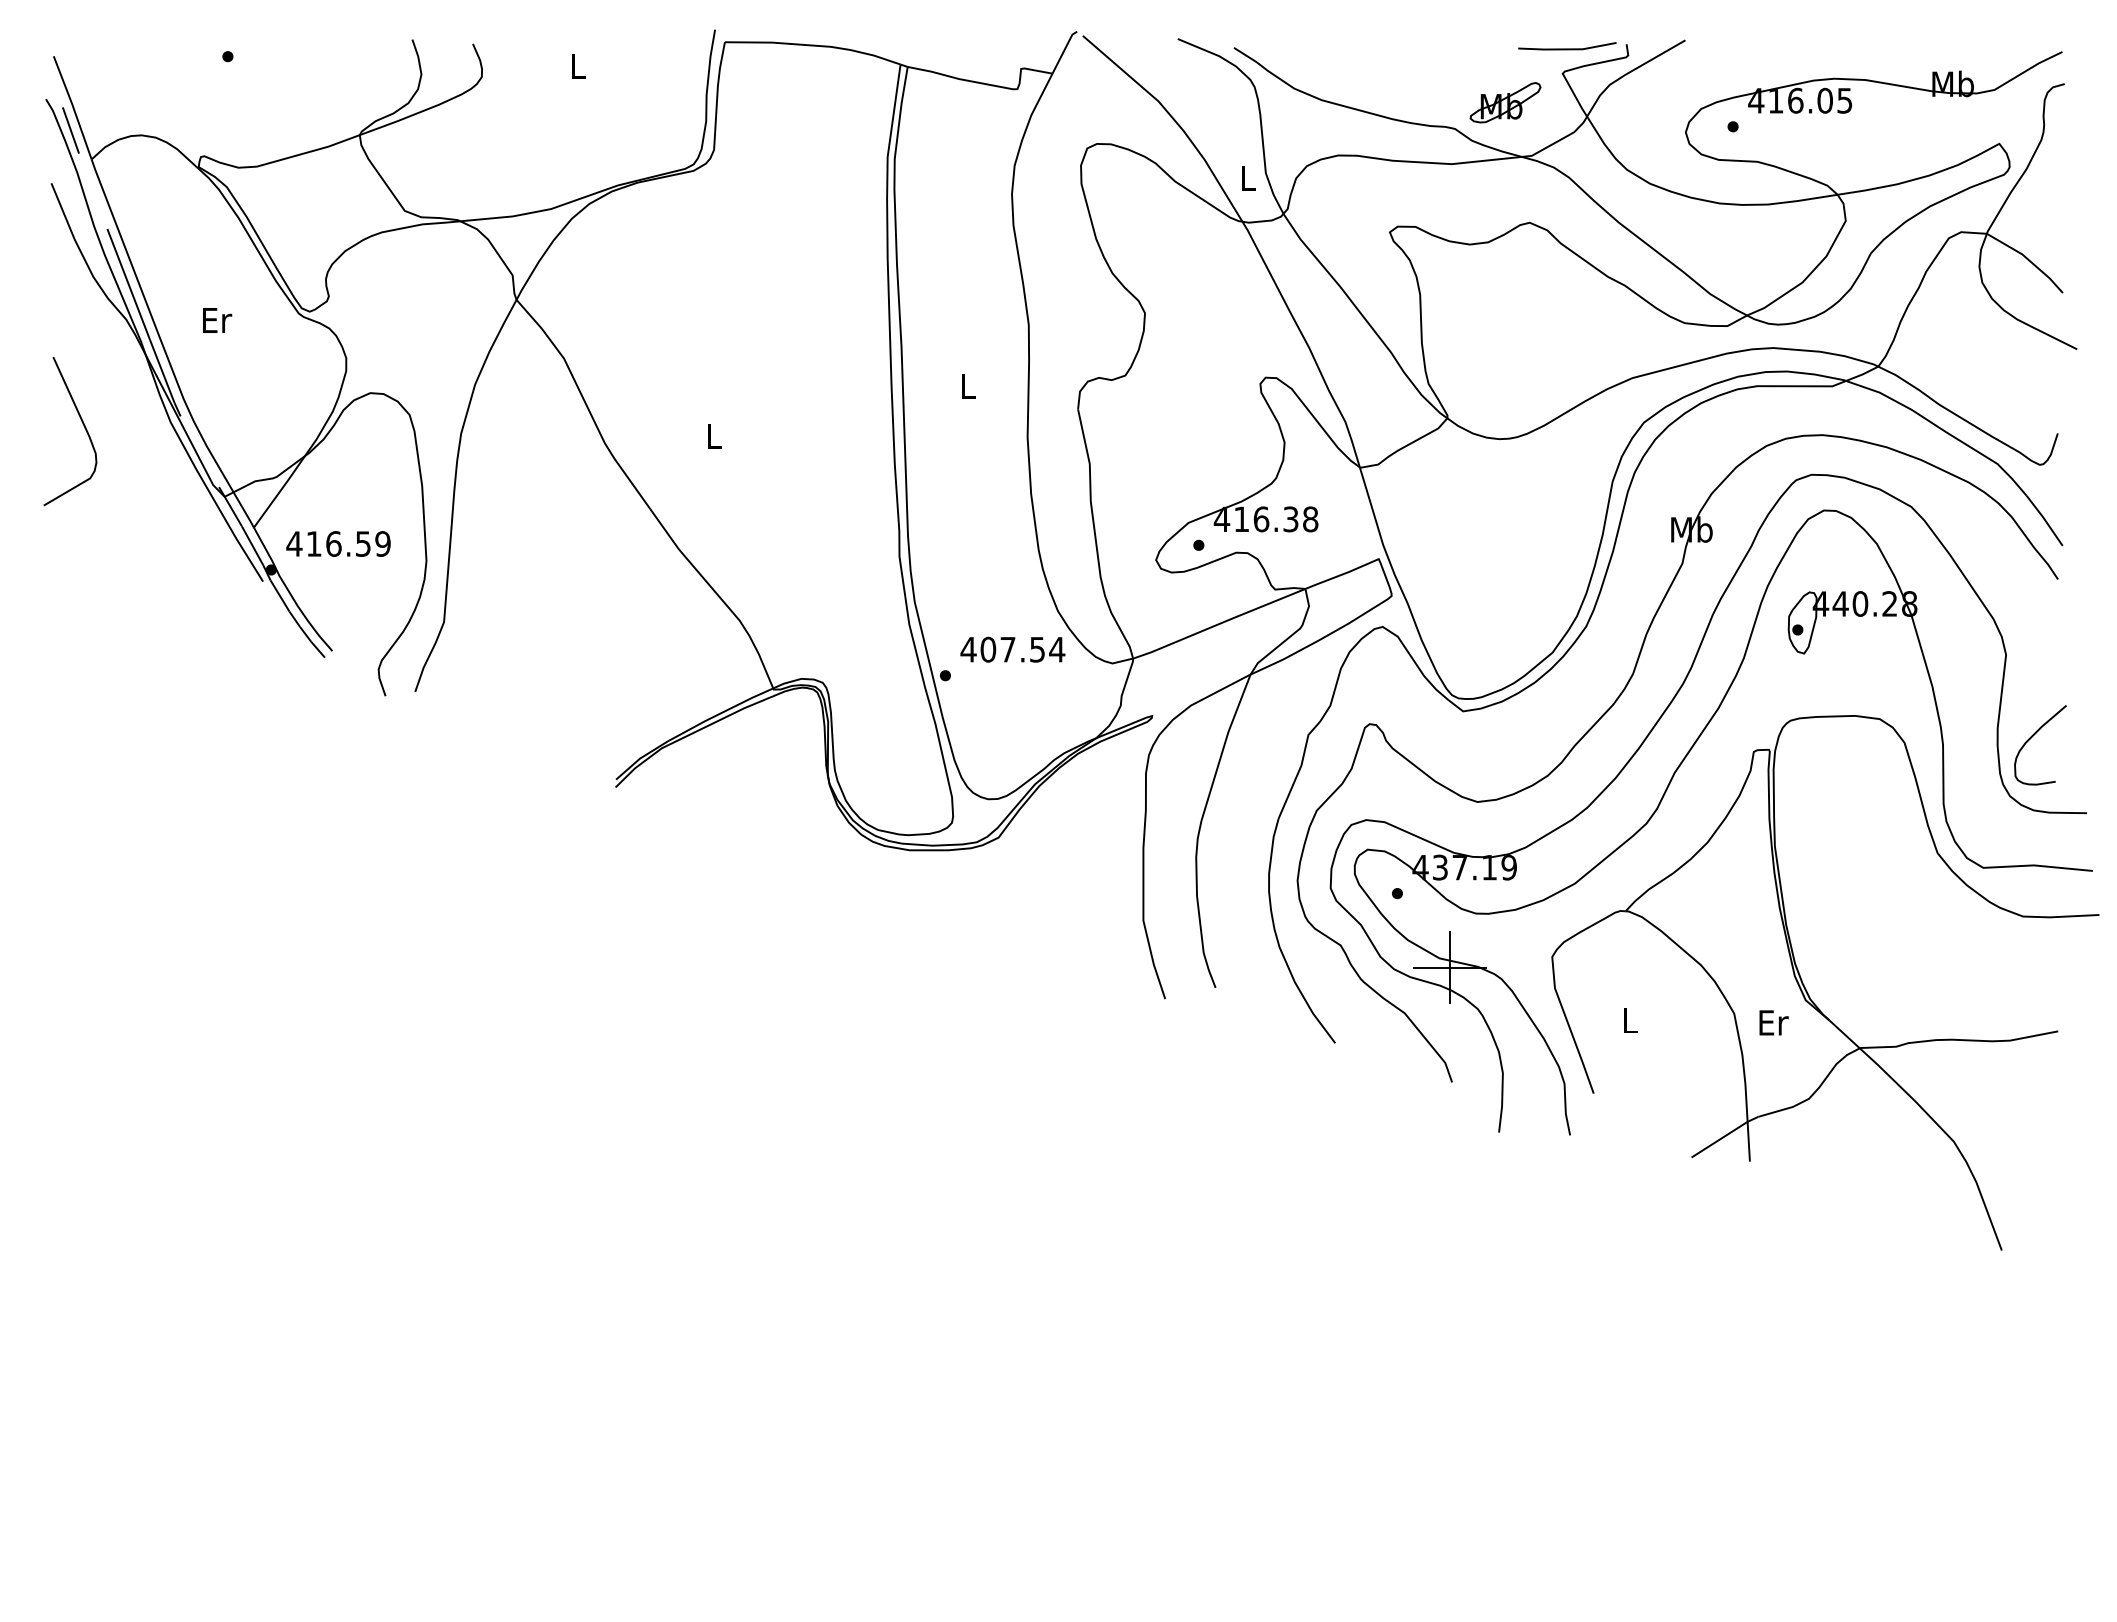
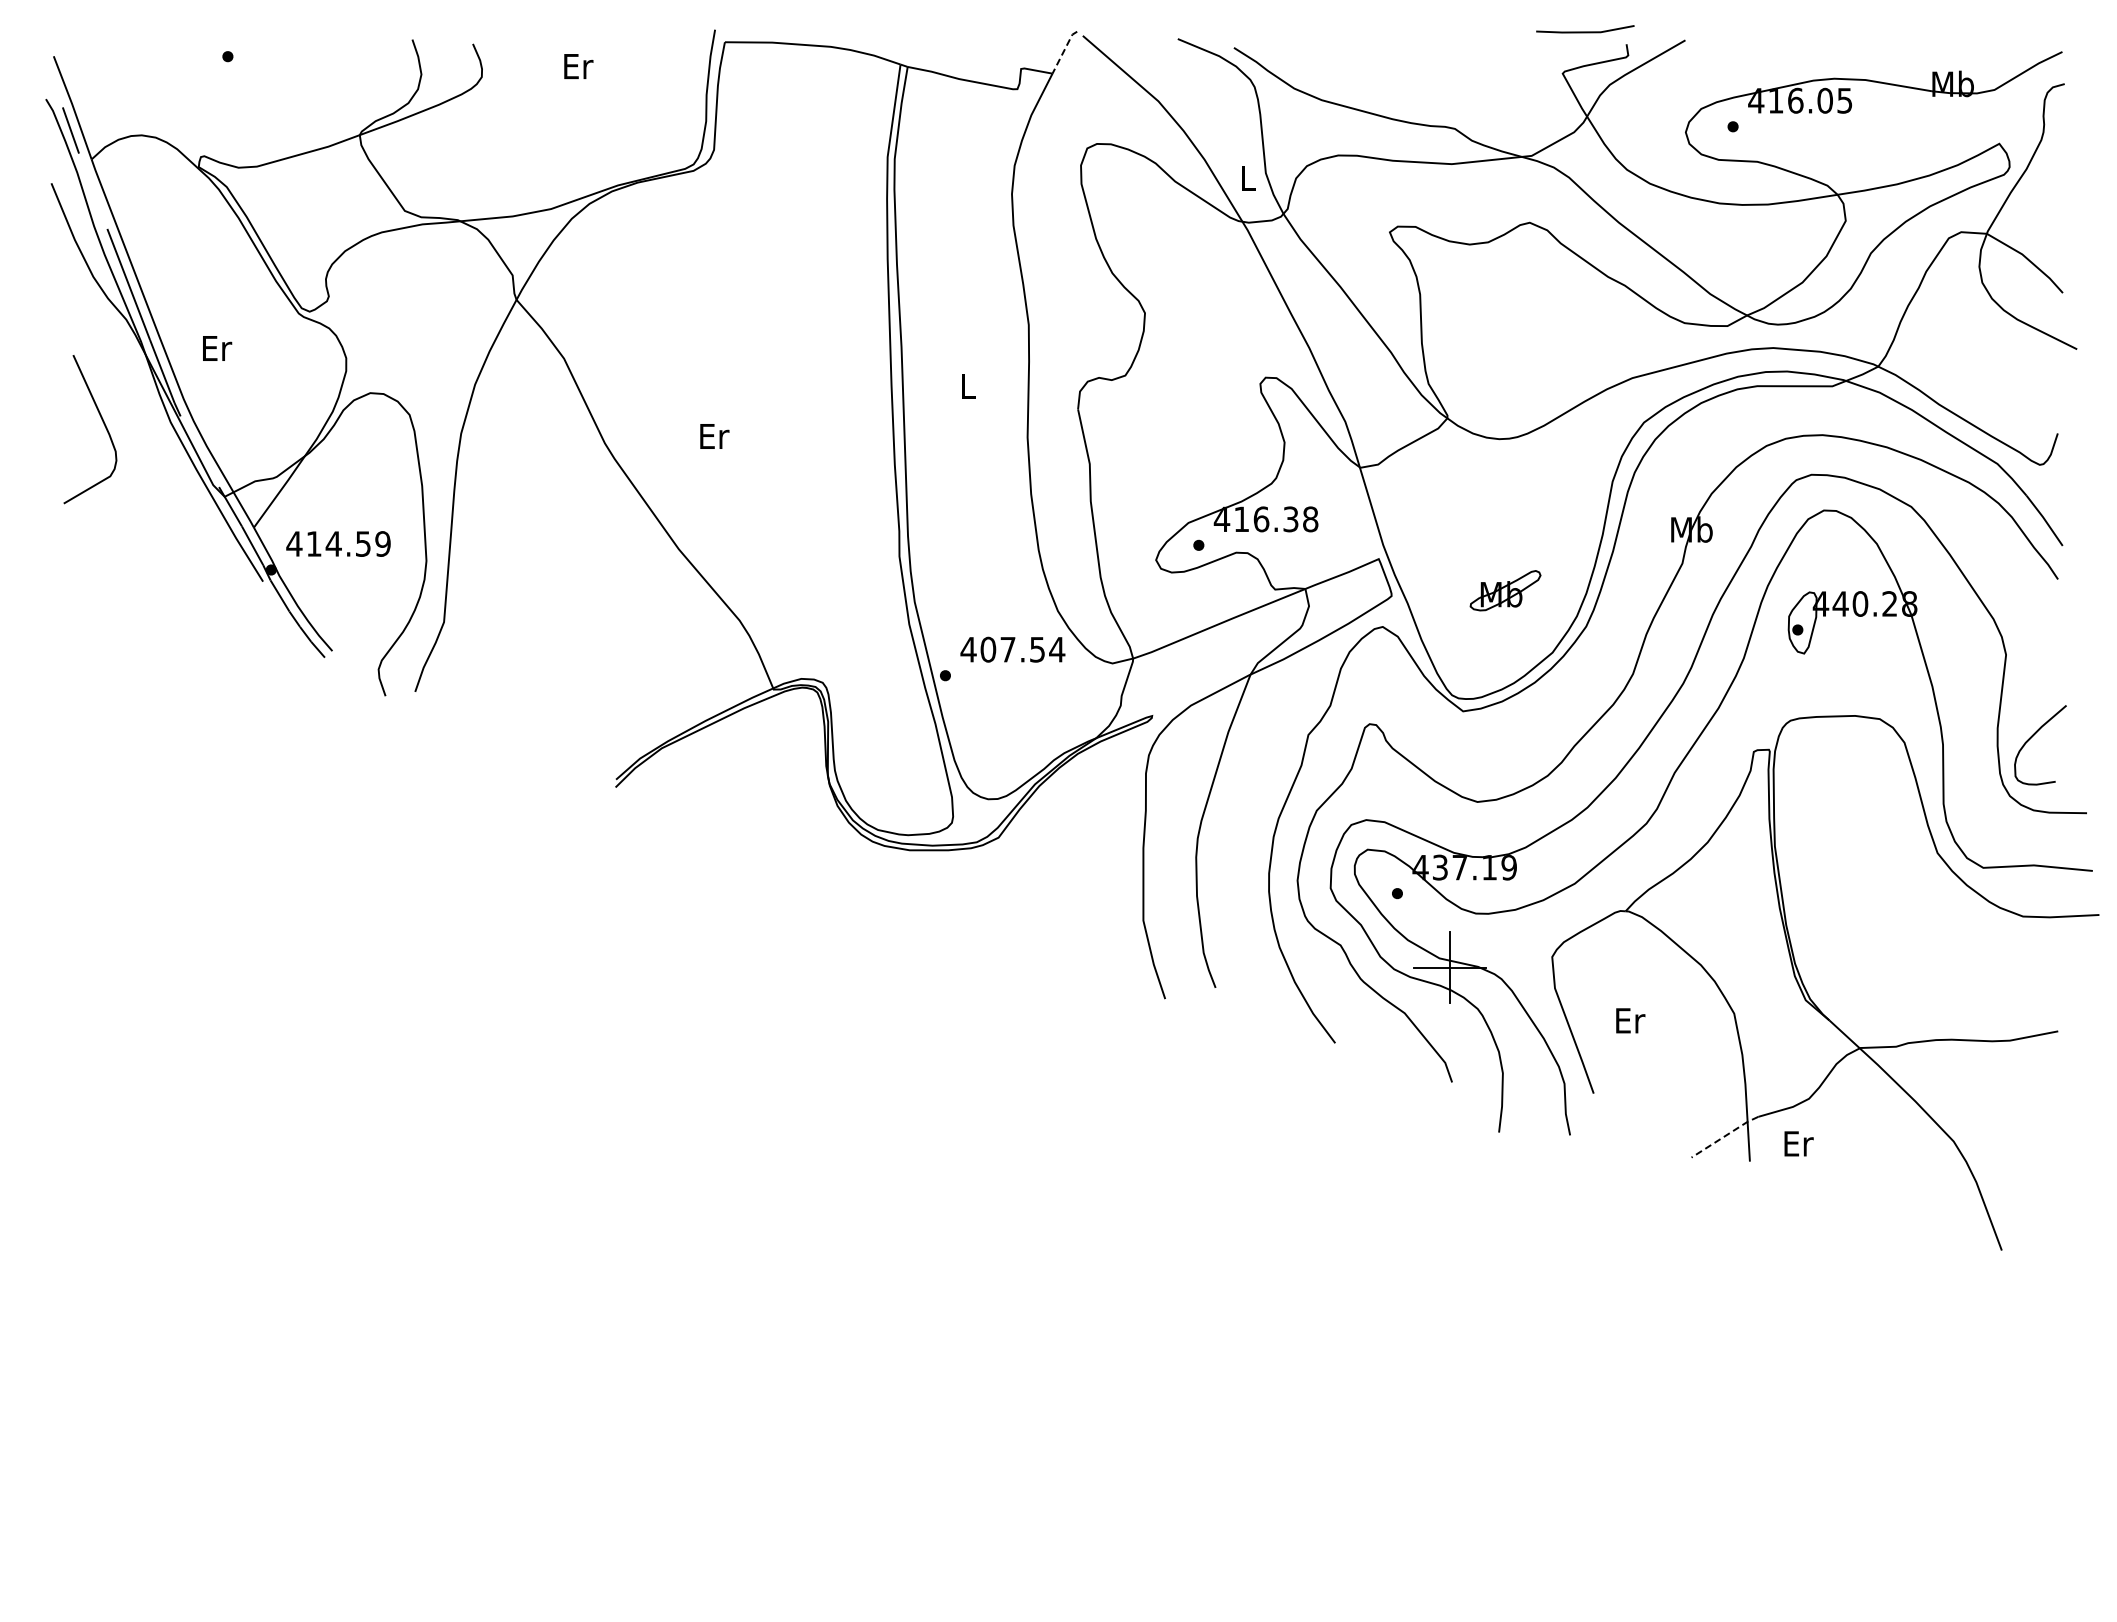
line at (1567, 48) position: (1567, 48) -> (1585, 31)
line at (1063, 51): solid -> dashed
text at (578, 66): L -> Er
part at (1505, 102) position: (1505, 102) -> (1505, 590)
text at (217, 320) position: (217, 320) -> (217, 348)
curve at (82, 424) position: (82, 424) -> (102, 422)
text at (714, 436): L -> Er
text at (333, 543): 416.59 -> 414.59
text at (1630, 1020): L -> Er
text at (1773, 1022) position: (1773, 1022) -> (1798, 1143)
line at (1725, 1136): solid -> dashed
